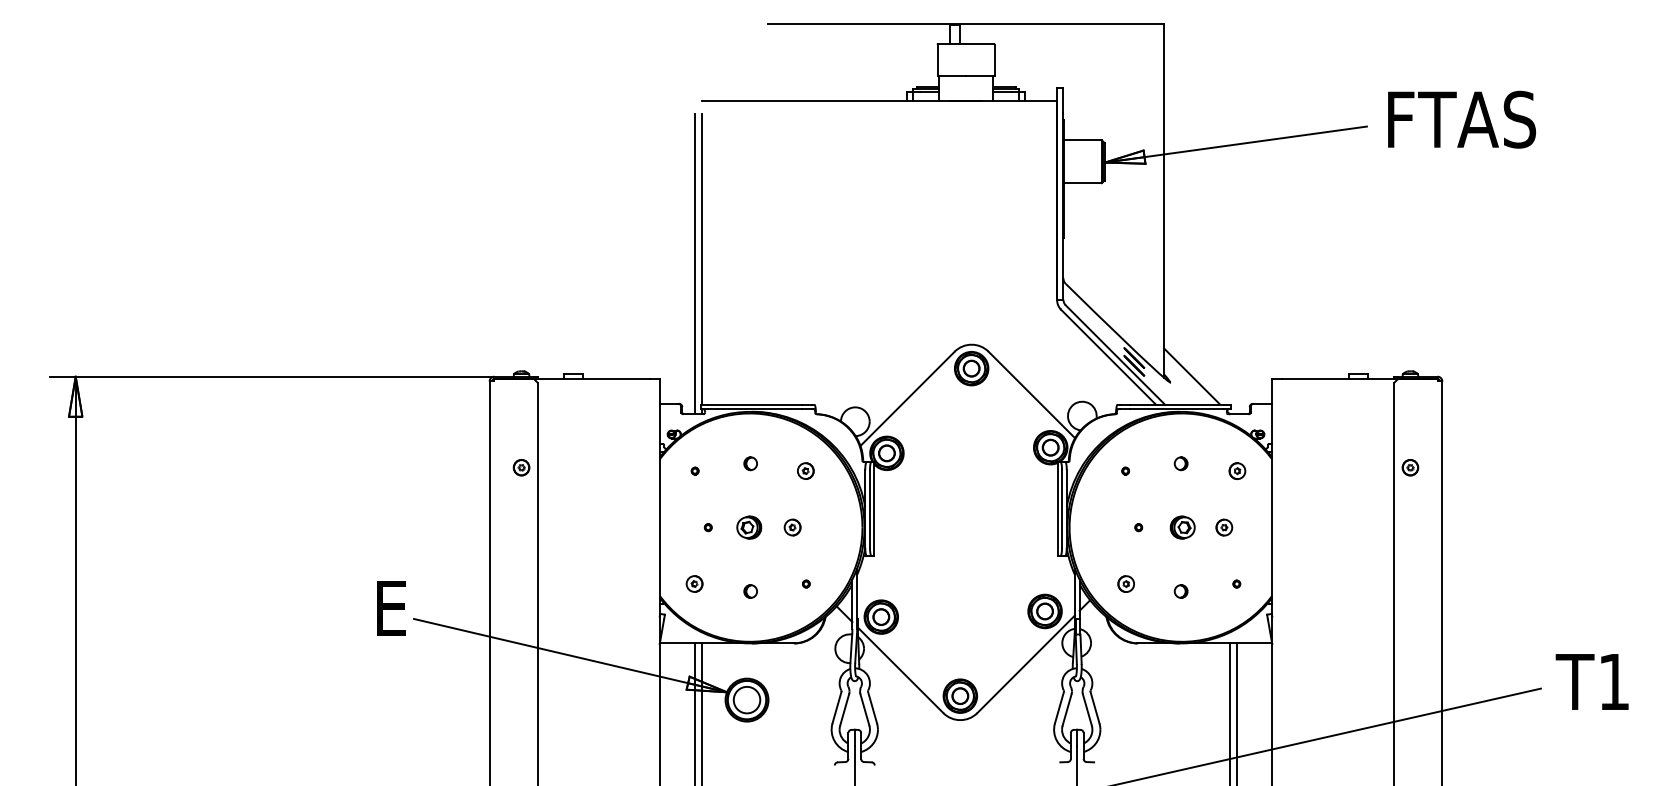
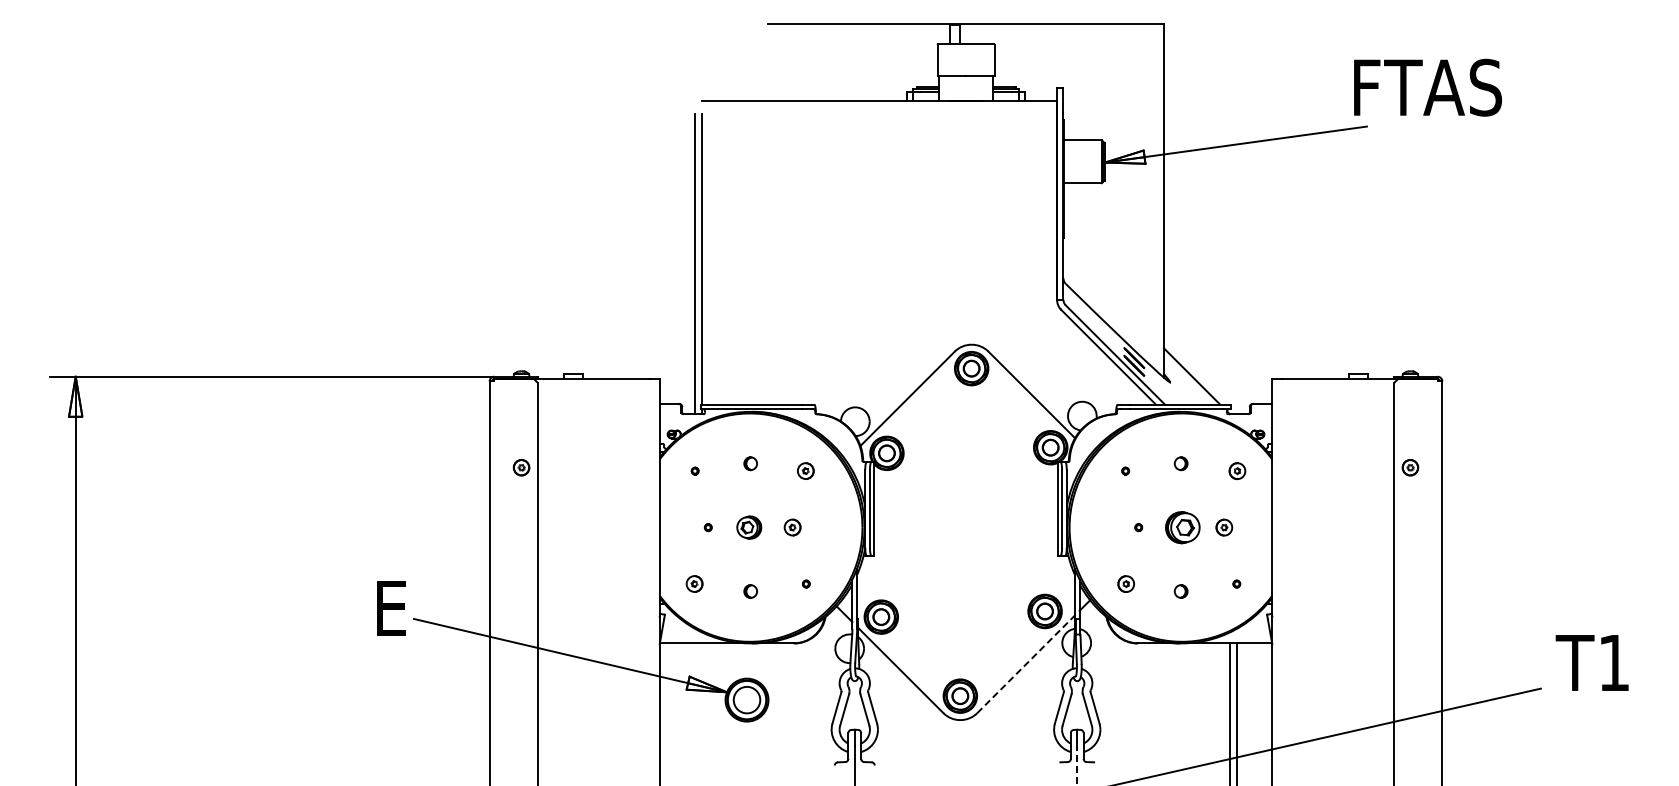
text at (1462, 119) position: (1462, 119) -> (1428, 87)
part at (1182, 527) size: 27x25 px -> 36x34 px
line at (1026, 664): solid -> dashed
text at (1591, 681) position: (1591, 681) -> (1591, 662)
line at (695, 712): present -> none
line at (701, 712): present -> none
line at (1077, 765): solid -> dashed
